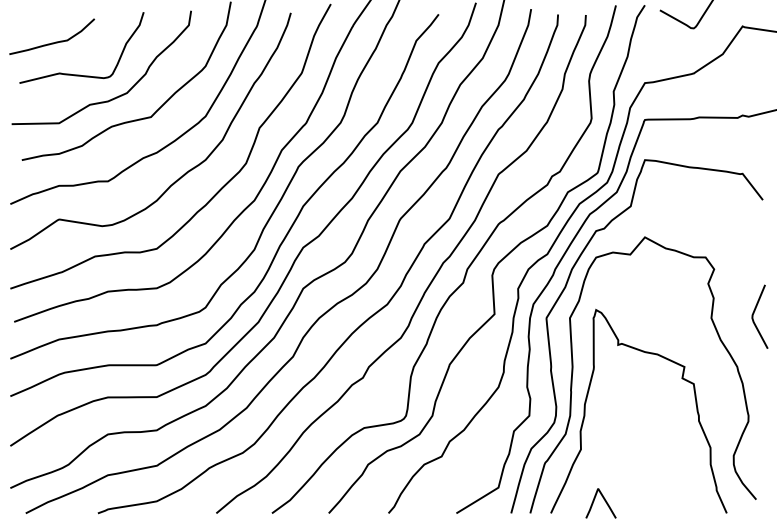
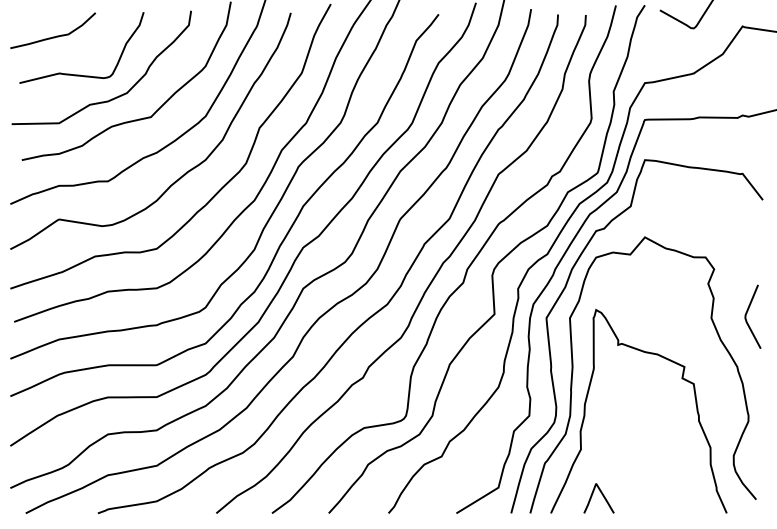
curve at (55, 41) position: (55, 41) -> (56, 35)
line at (754, 313) position: (754, 313) -> (747, 313)
line at (604, 501) position: (604, 501) -> (602, 496)
